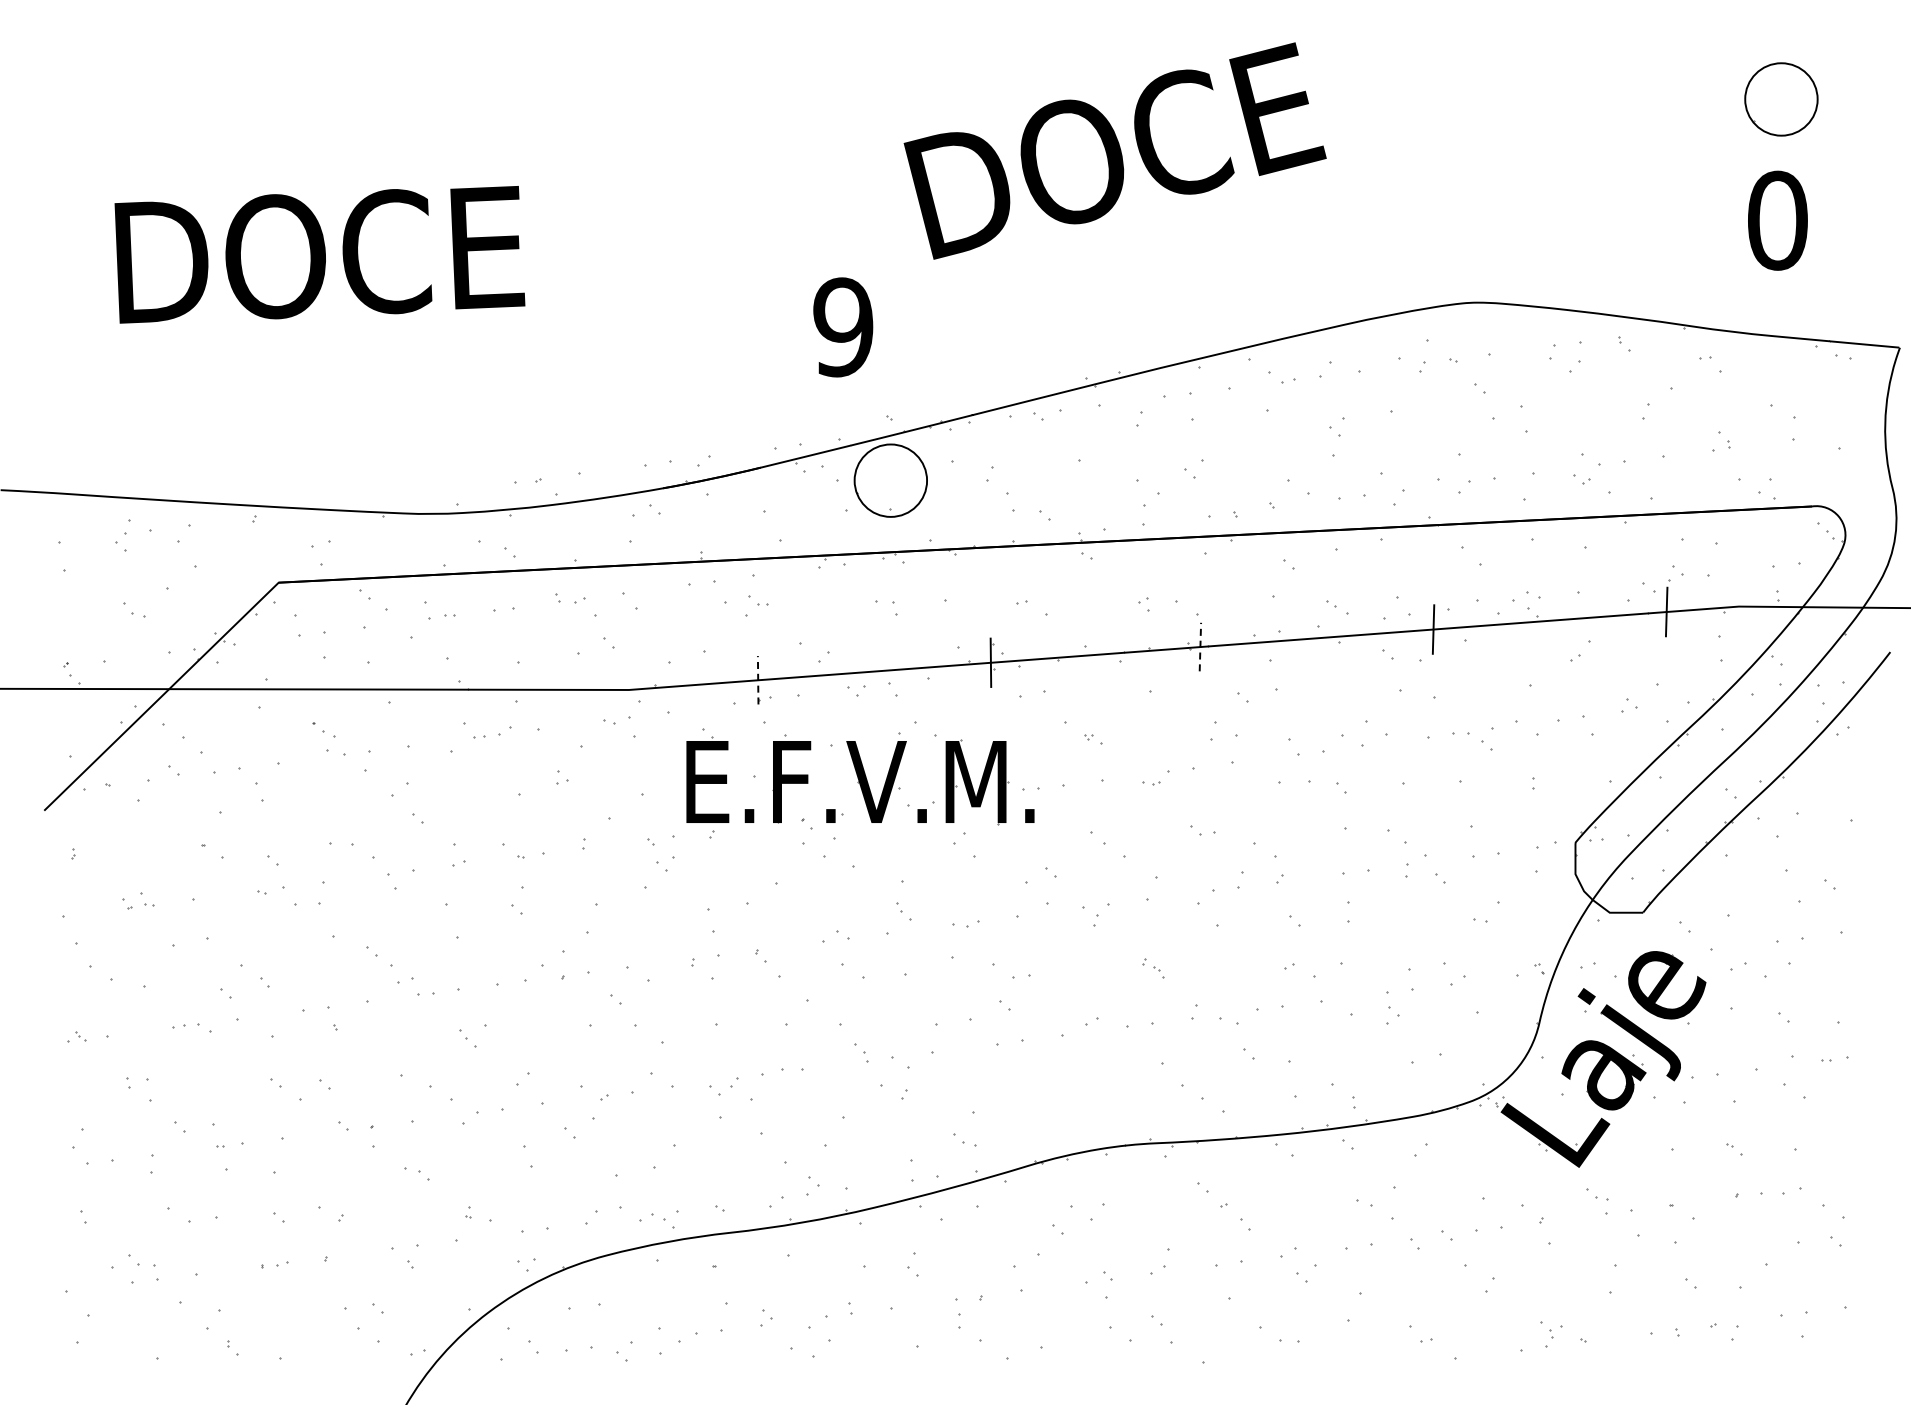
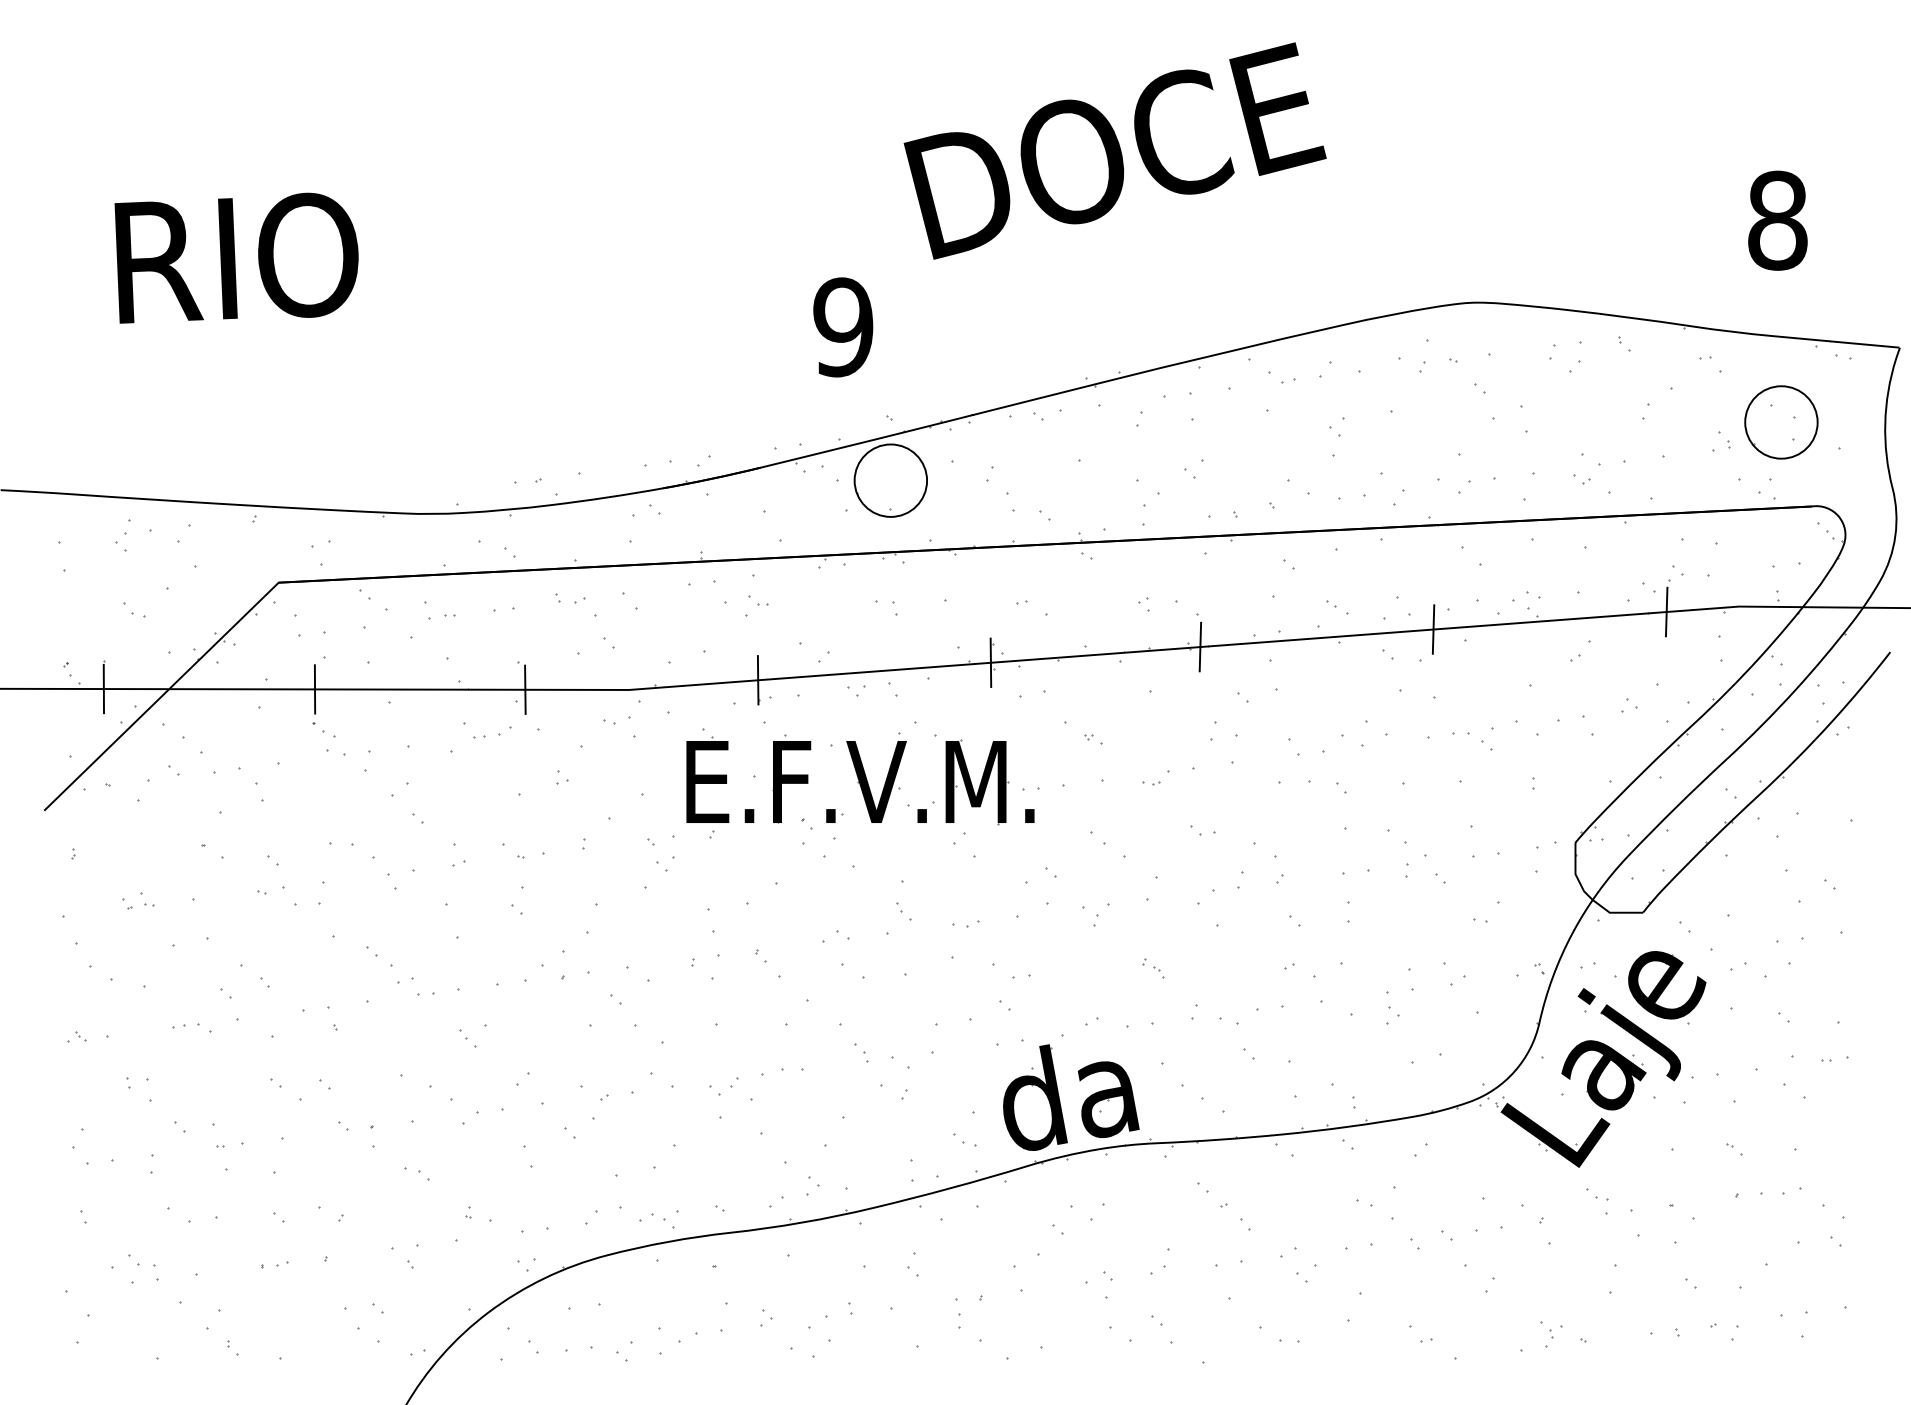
part at (1781, 99) position: (1781, 99) -> (1781, 422)
text at (1777, 220): 0 -> 8
text at (328, 254): DOCE -> RIO
line at (1200, 646): dashed -> solid
line at (758, 679): dashed -> solid
line at (103, 688): none -> present
line at (314, 689): none -> present
line at (525, 689): none -> present
part at (1060, 1100): none -> present
